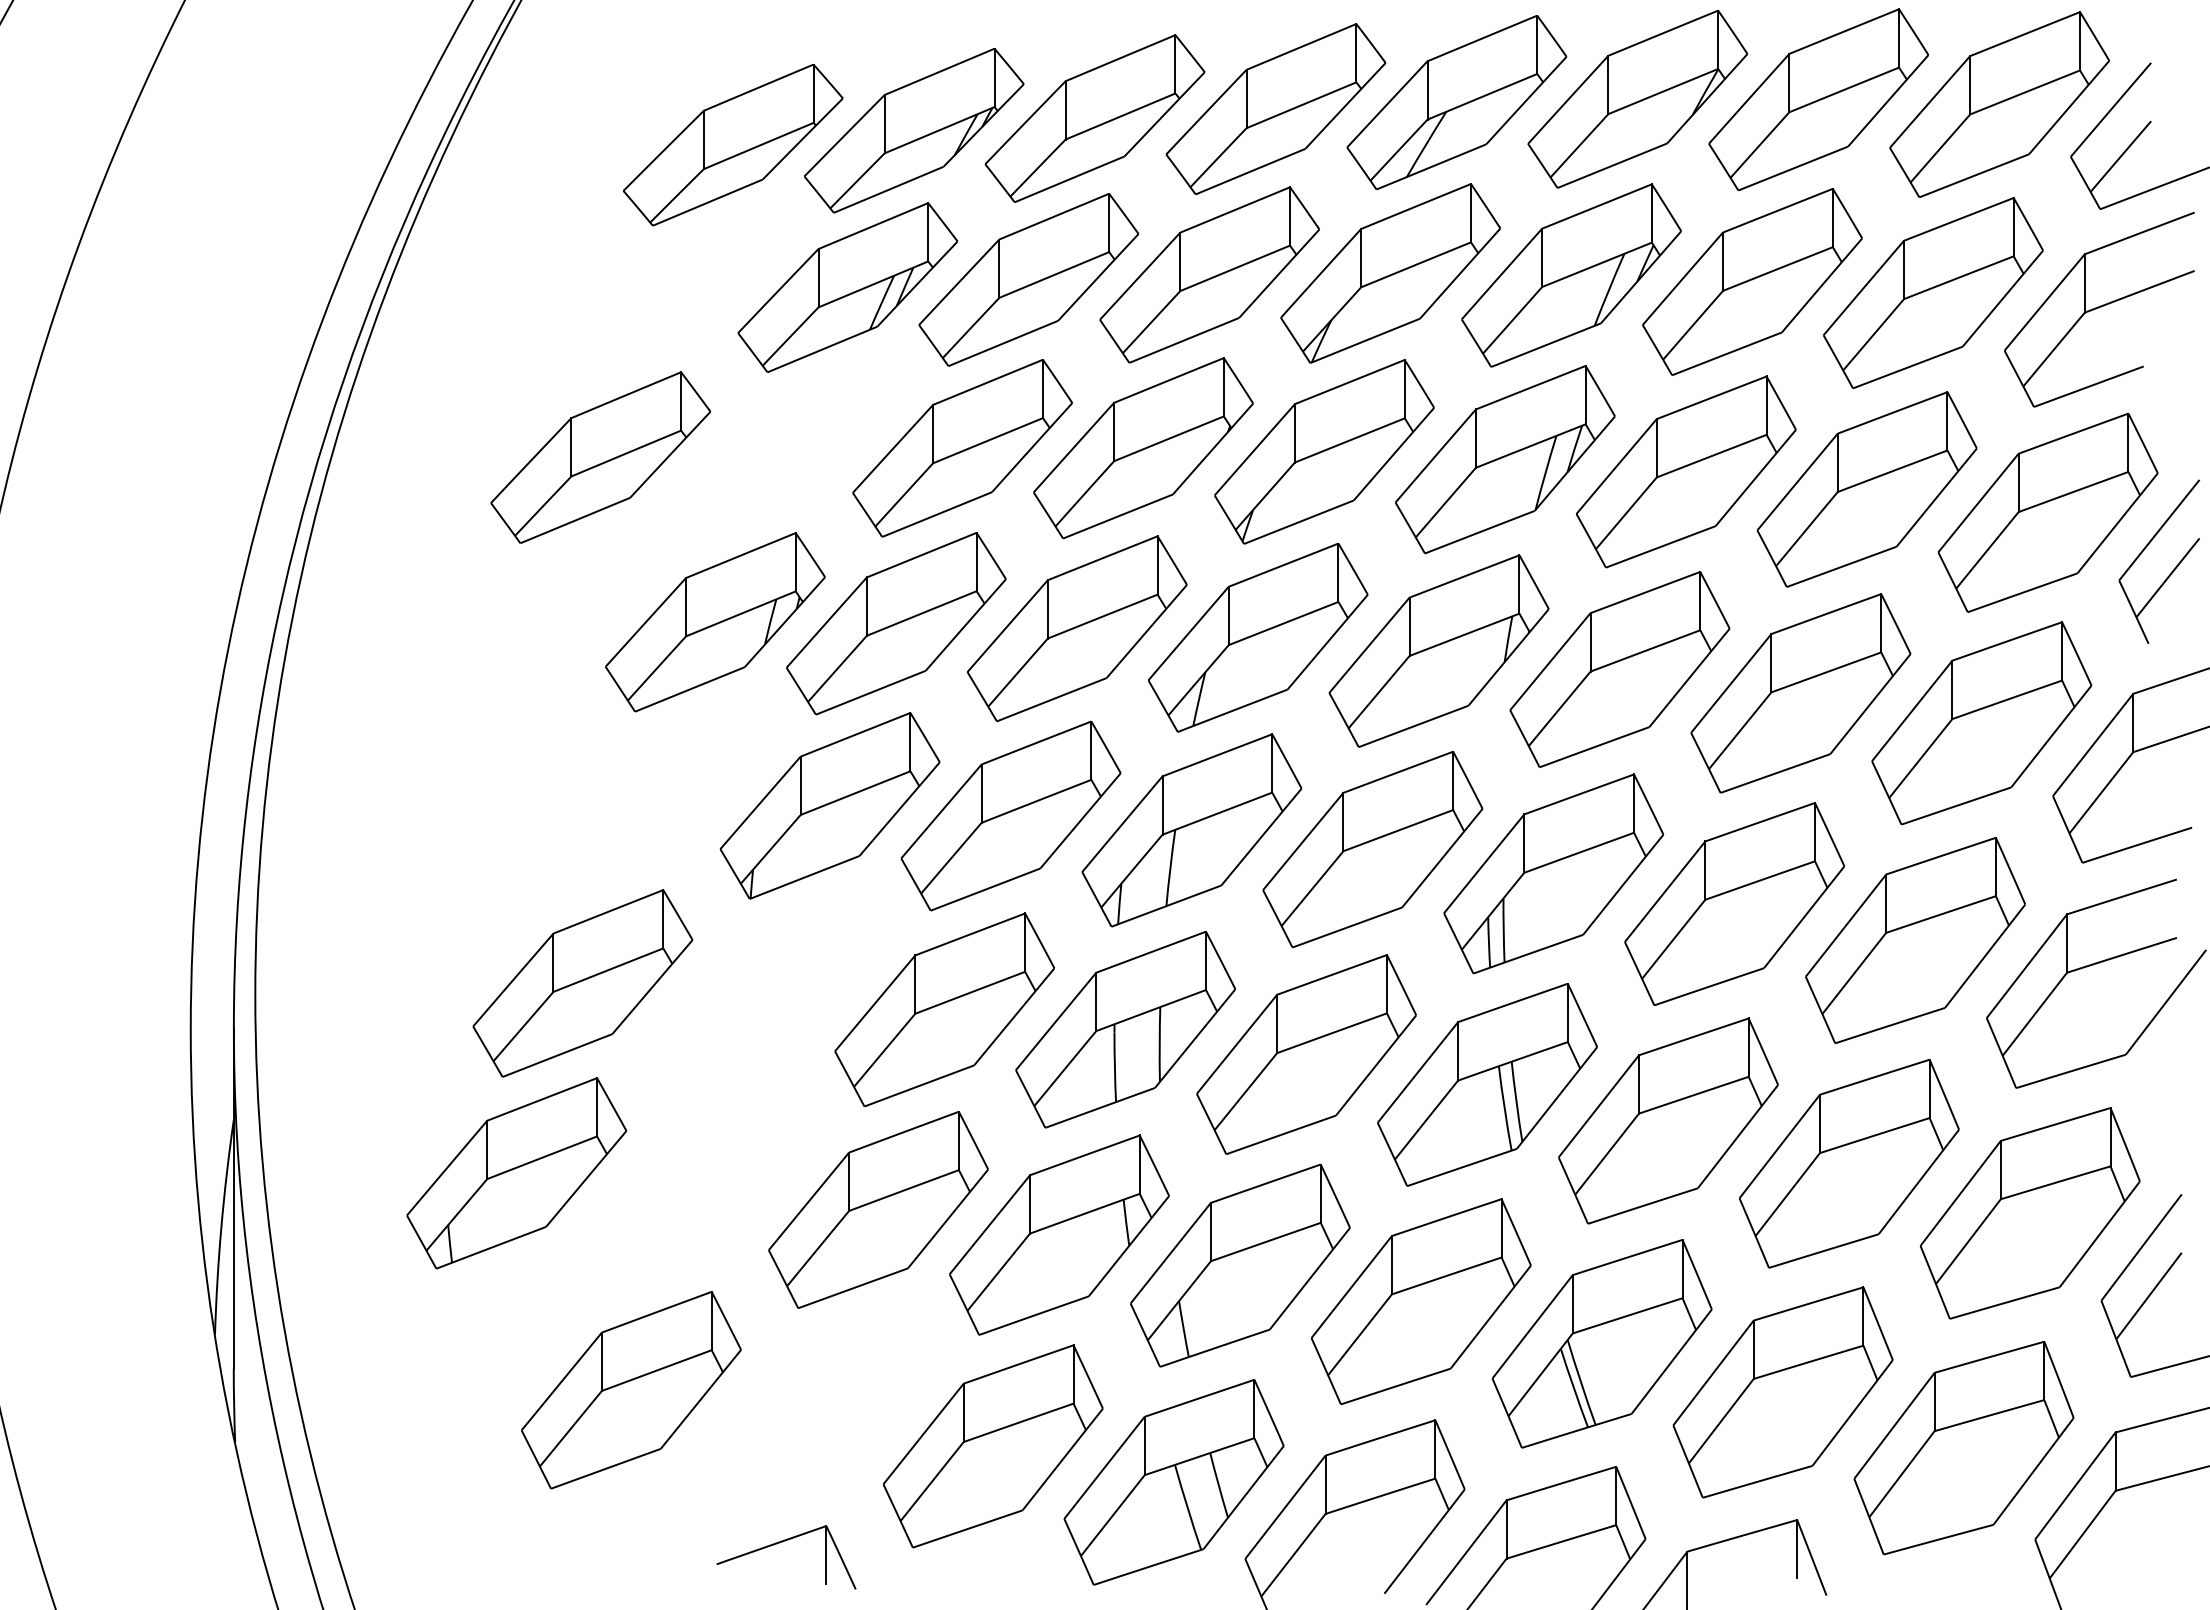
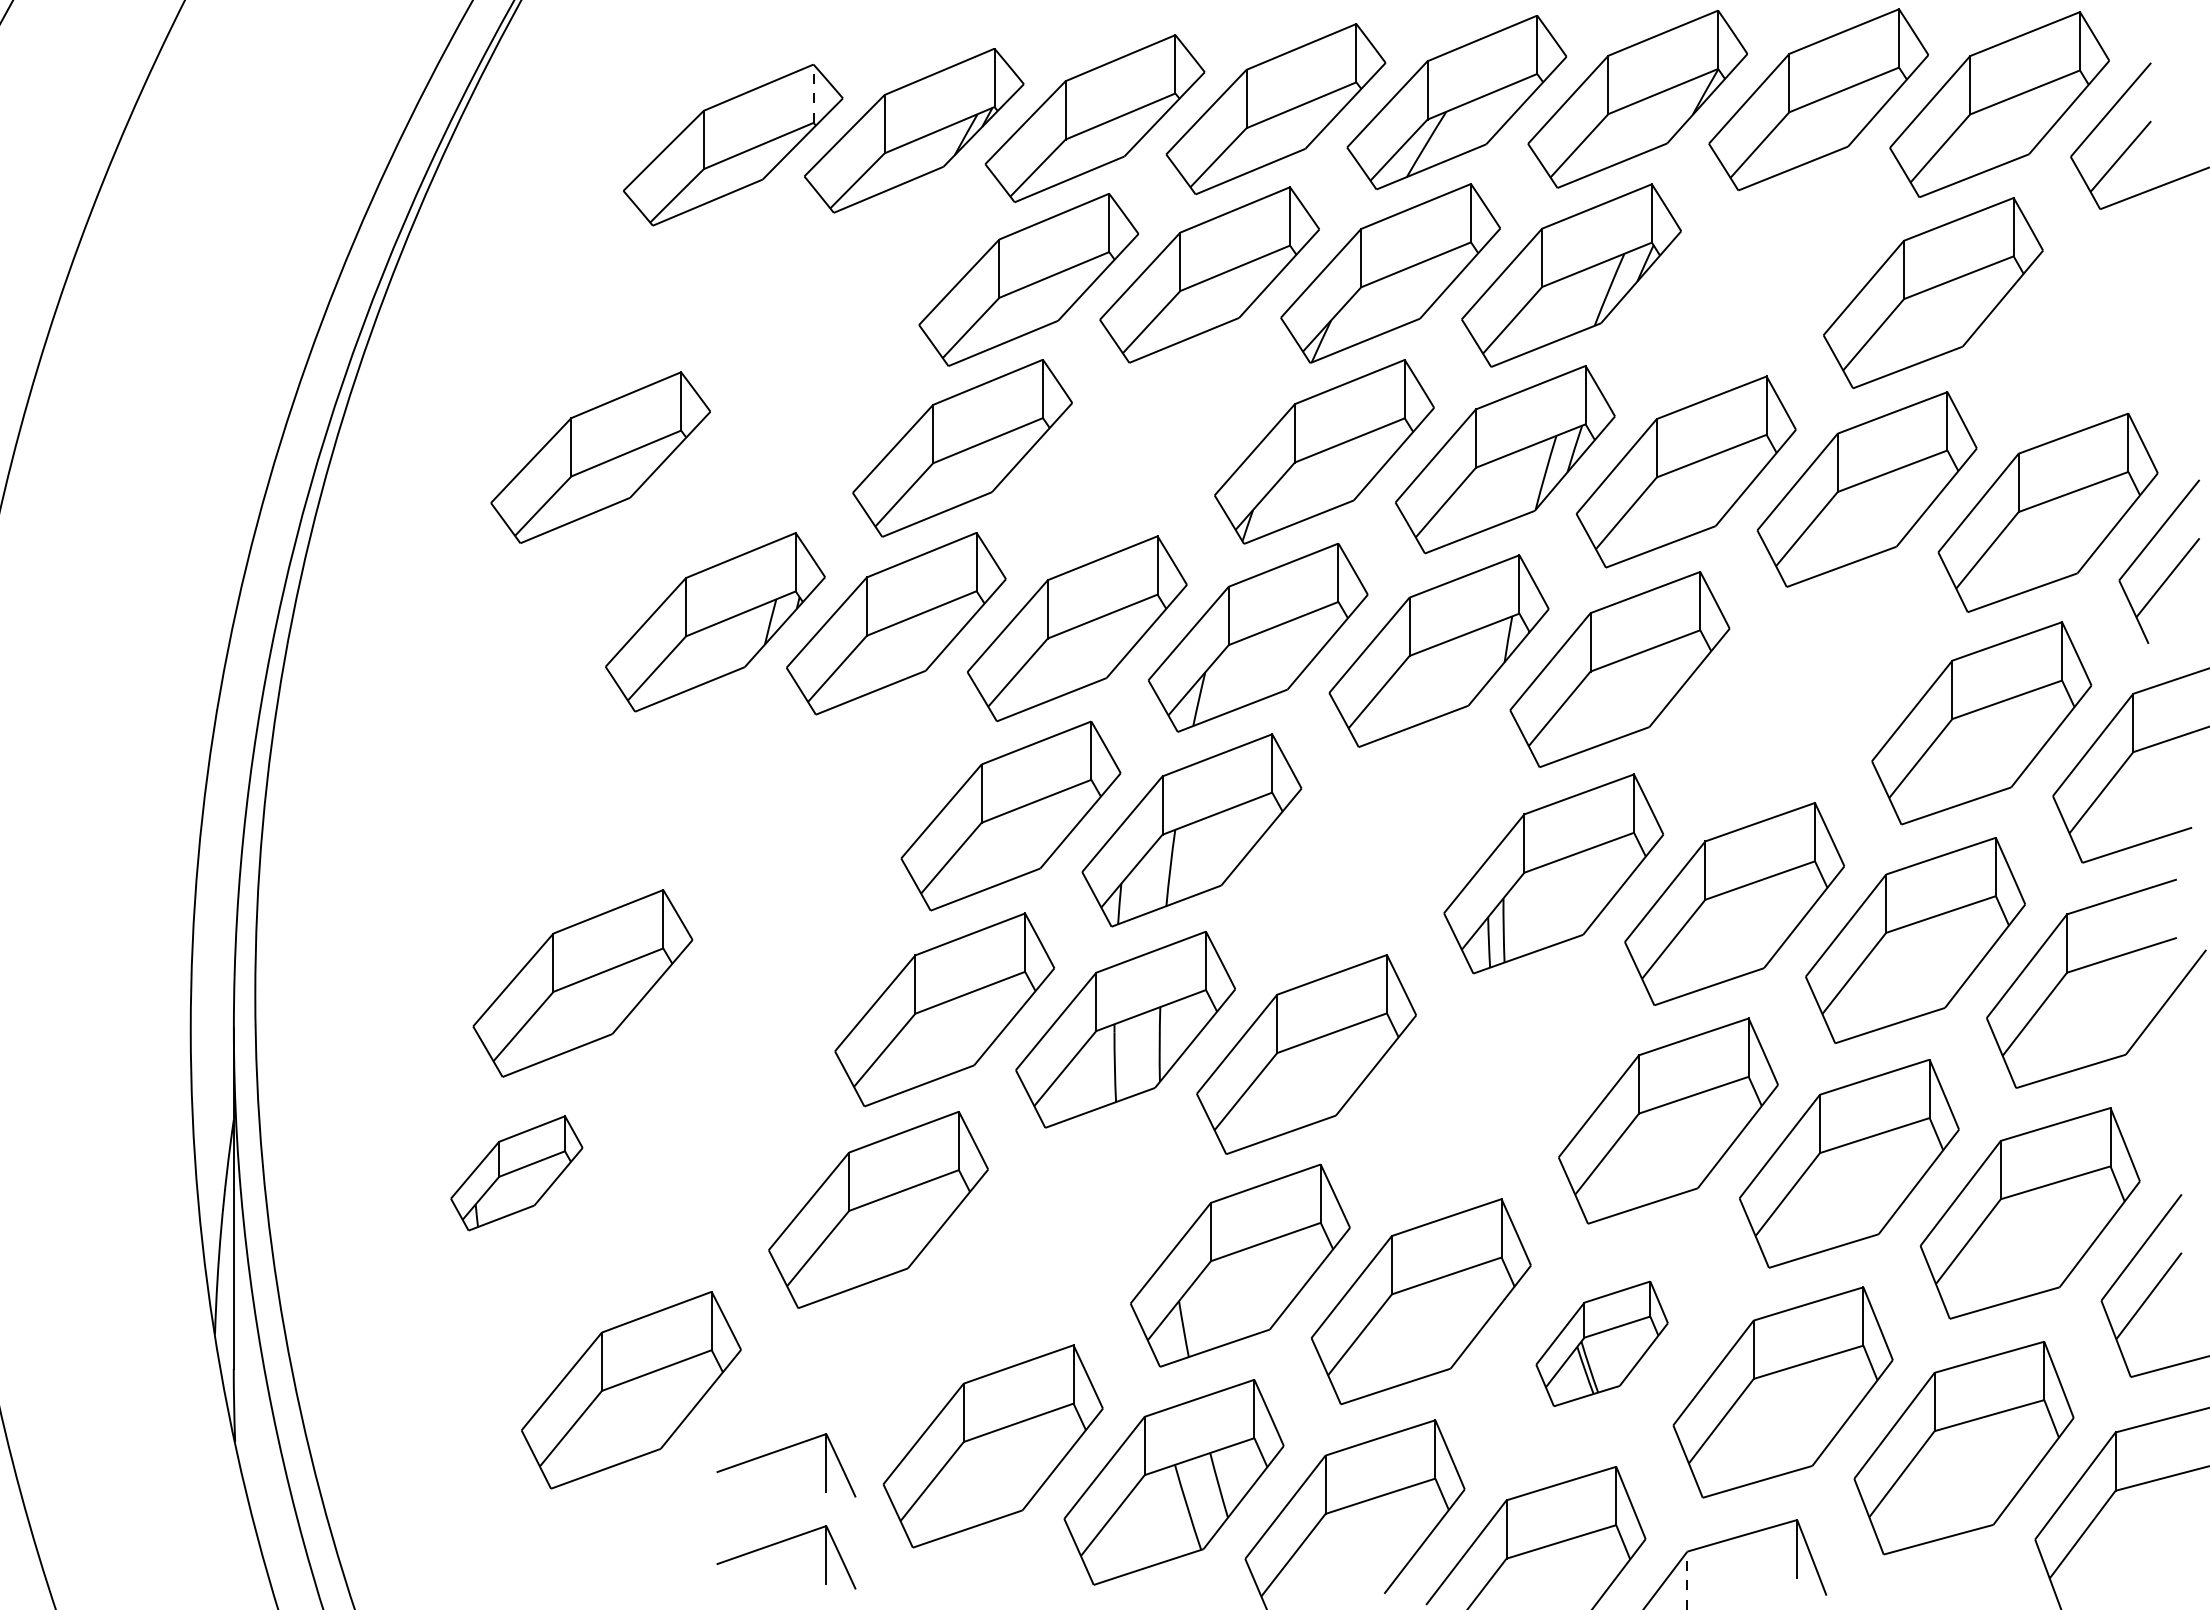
line at (813, 93): solid -> dashed
part at (1752, 281): present -> none
part at (847, 287): present -> none
part at (2099, 309): present -> none
part at (1143, 448): present -> none
part at (1800, 693): present -> none
part at (829, 805): present -> none
part at (1372, 849): present -> none
part at (1487, 1084): present -> none
part at (516, 1173) size: 222x193 px -> 134x117 px
part at (1059, 1234): present -> none
part at (1601, 1343) size: 222x210 px -> 134x128 px
part at (782, 1450): none -> present
line at (1687, 1580): solid -> dashed
